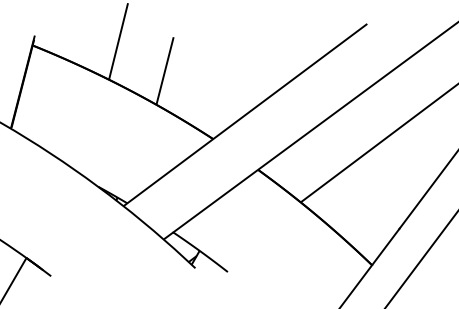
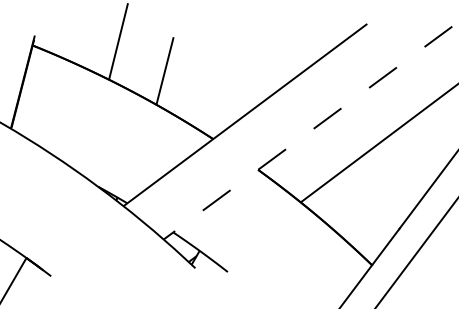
line at (315, 127): solid -> dashed
line at (421, 259) position: (421, 259) -> (416, 253)
